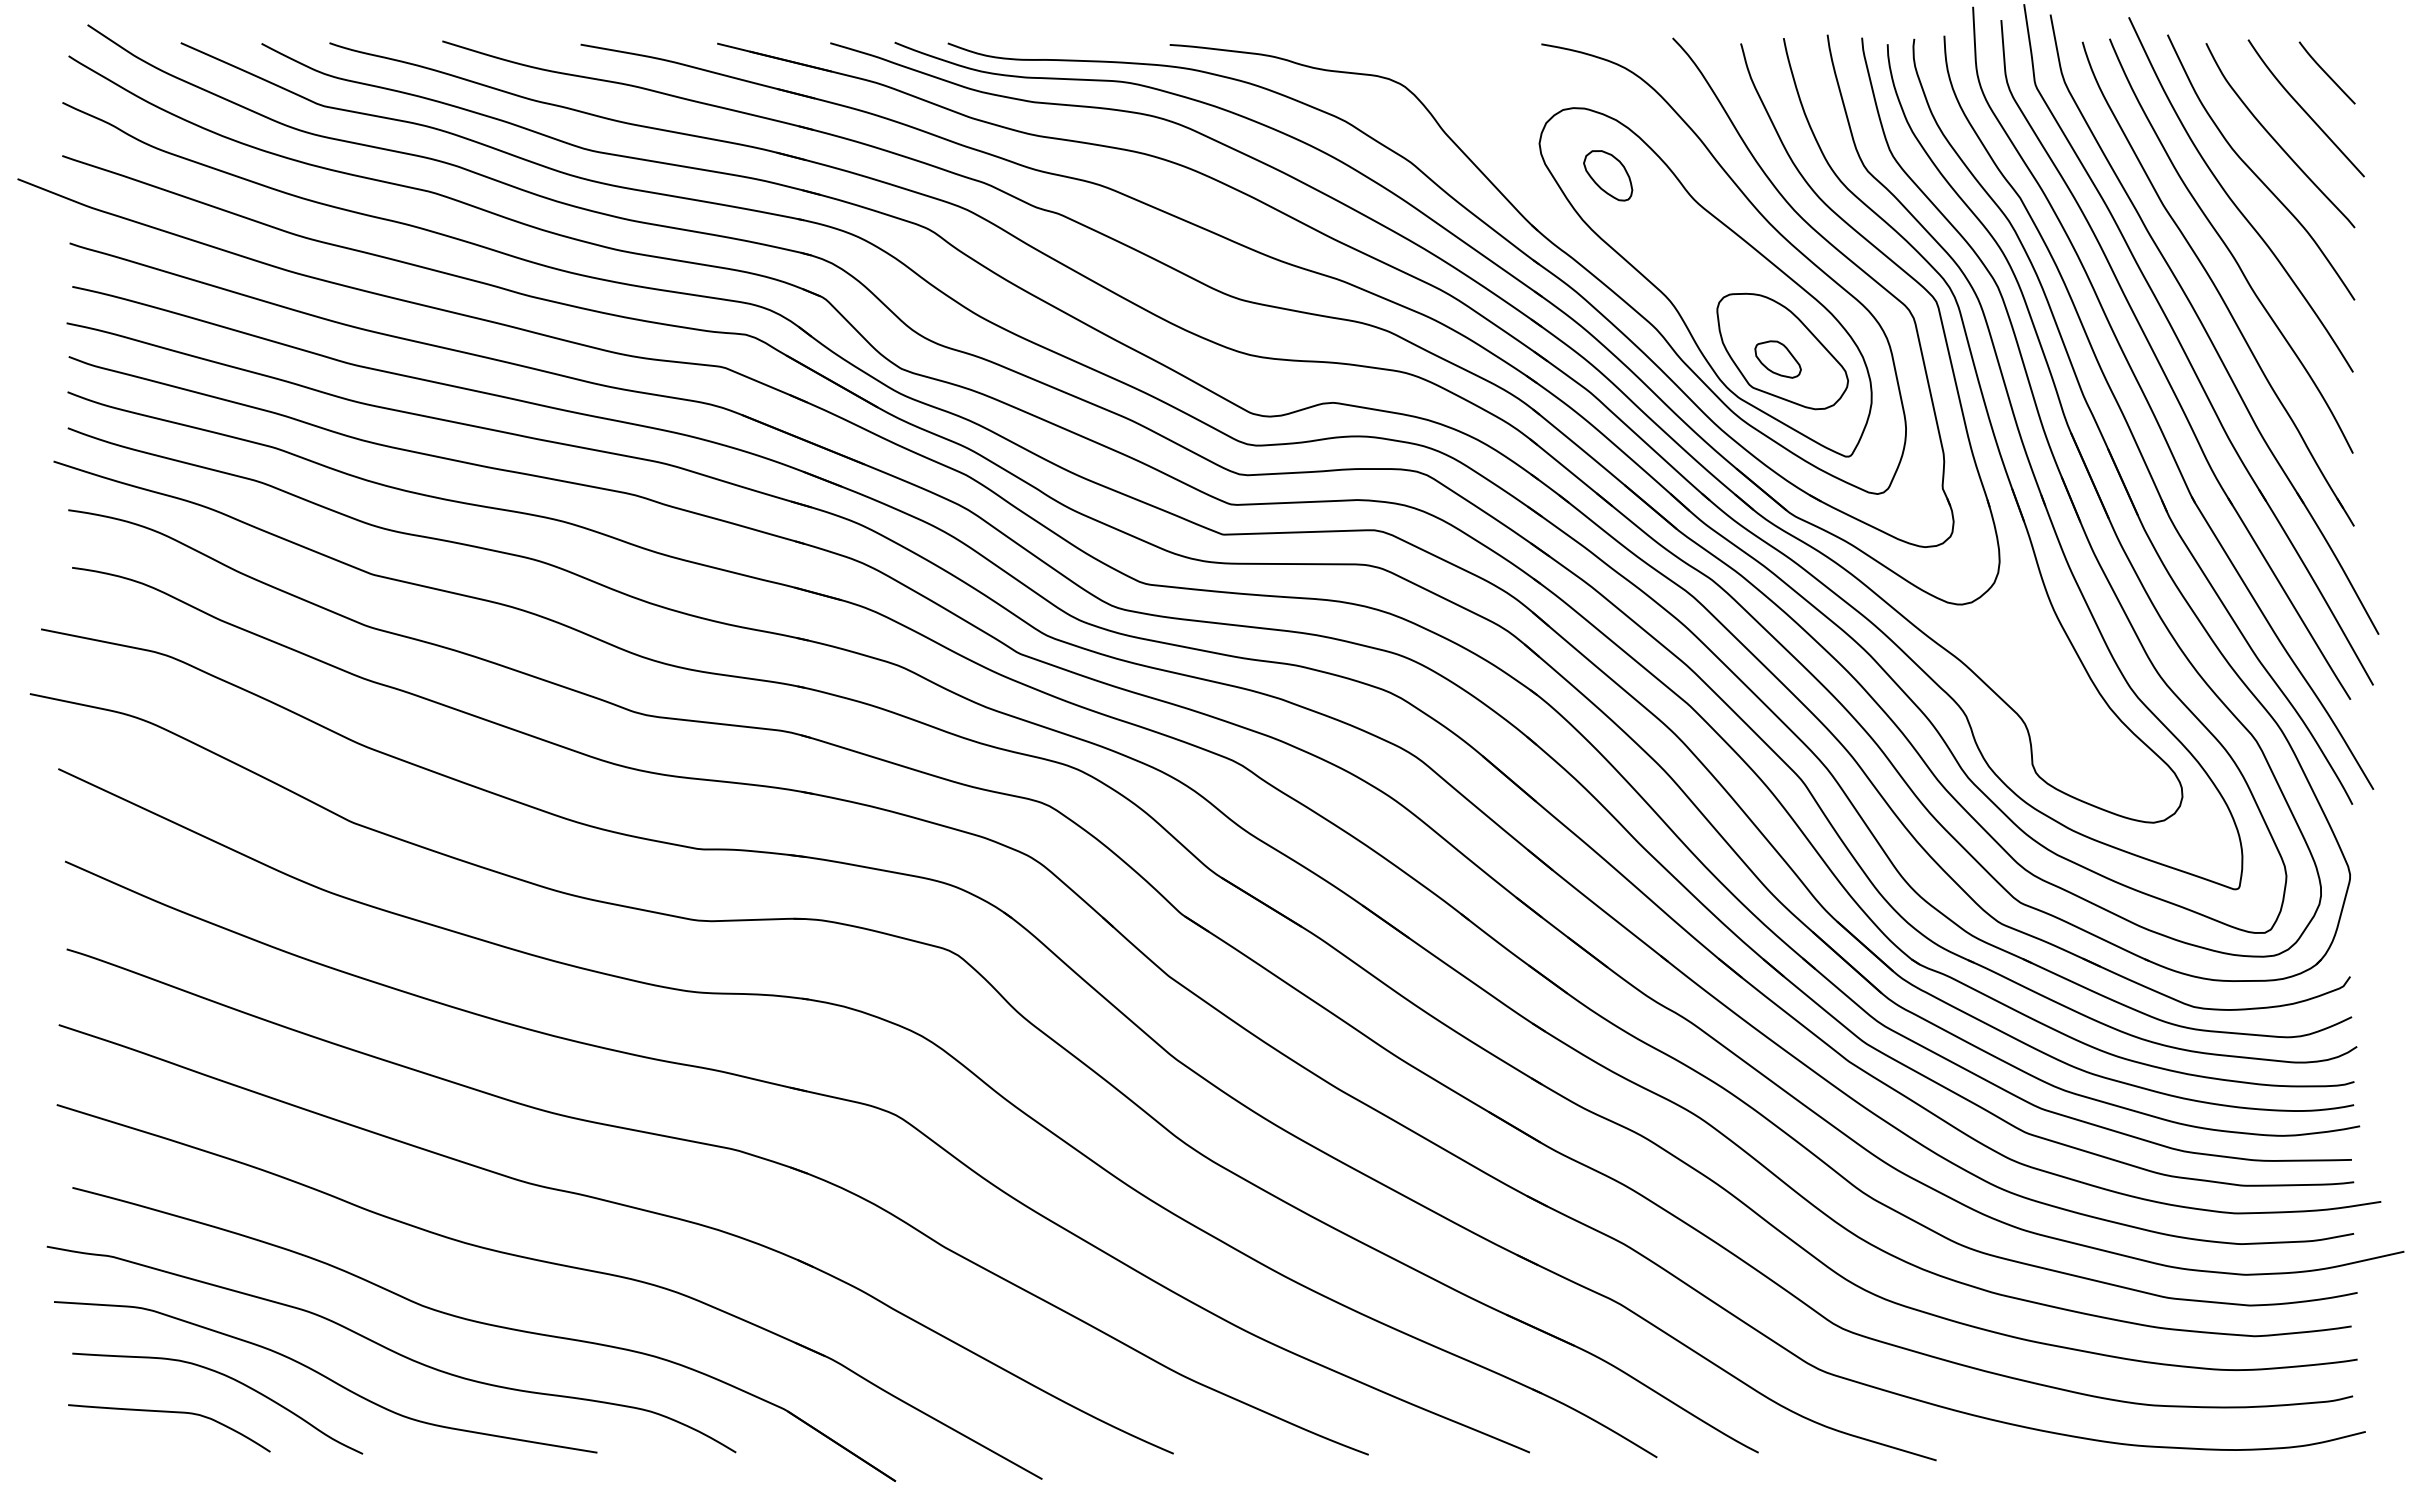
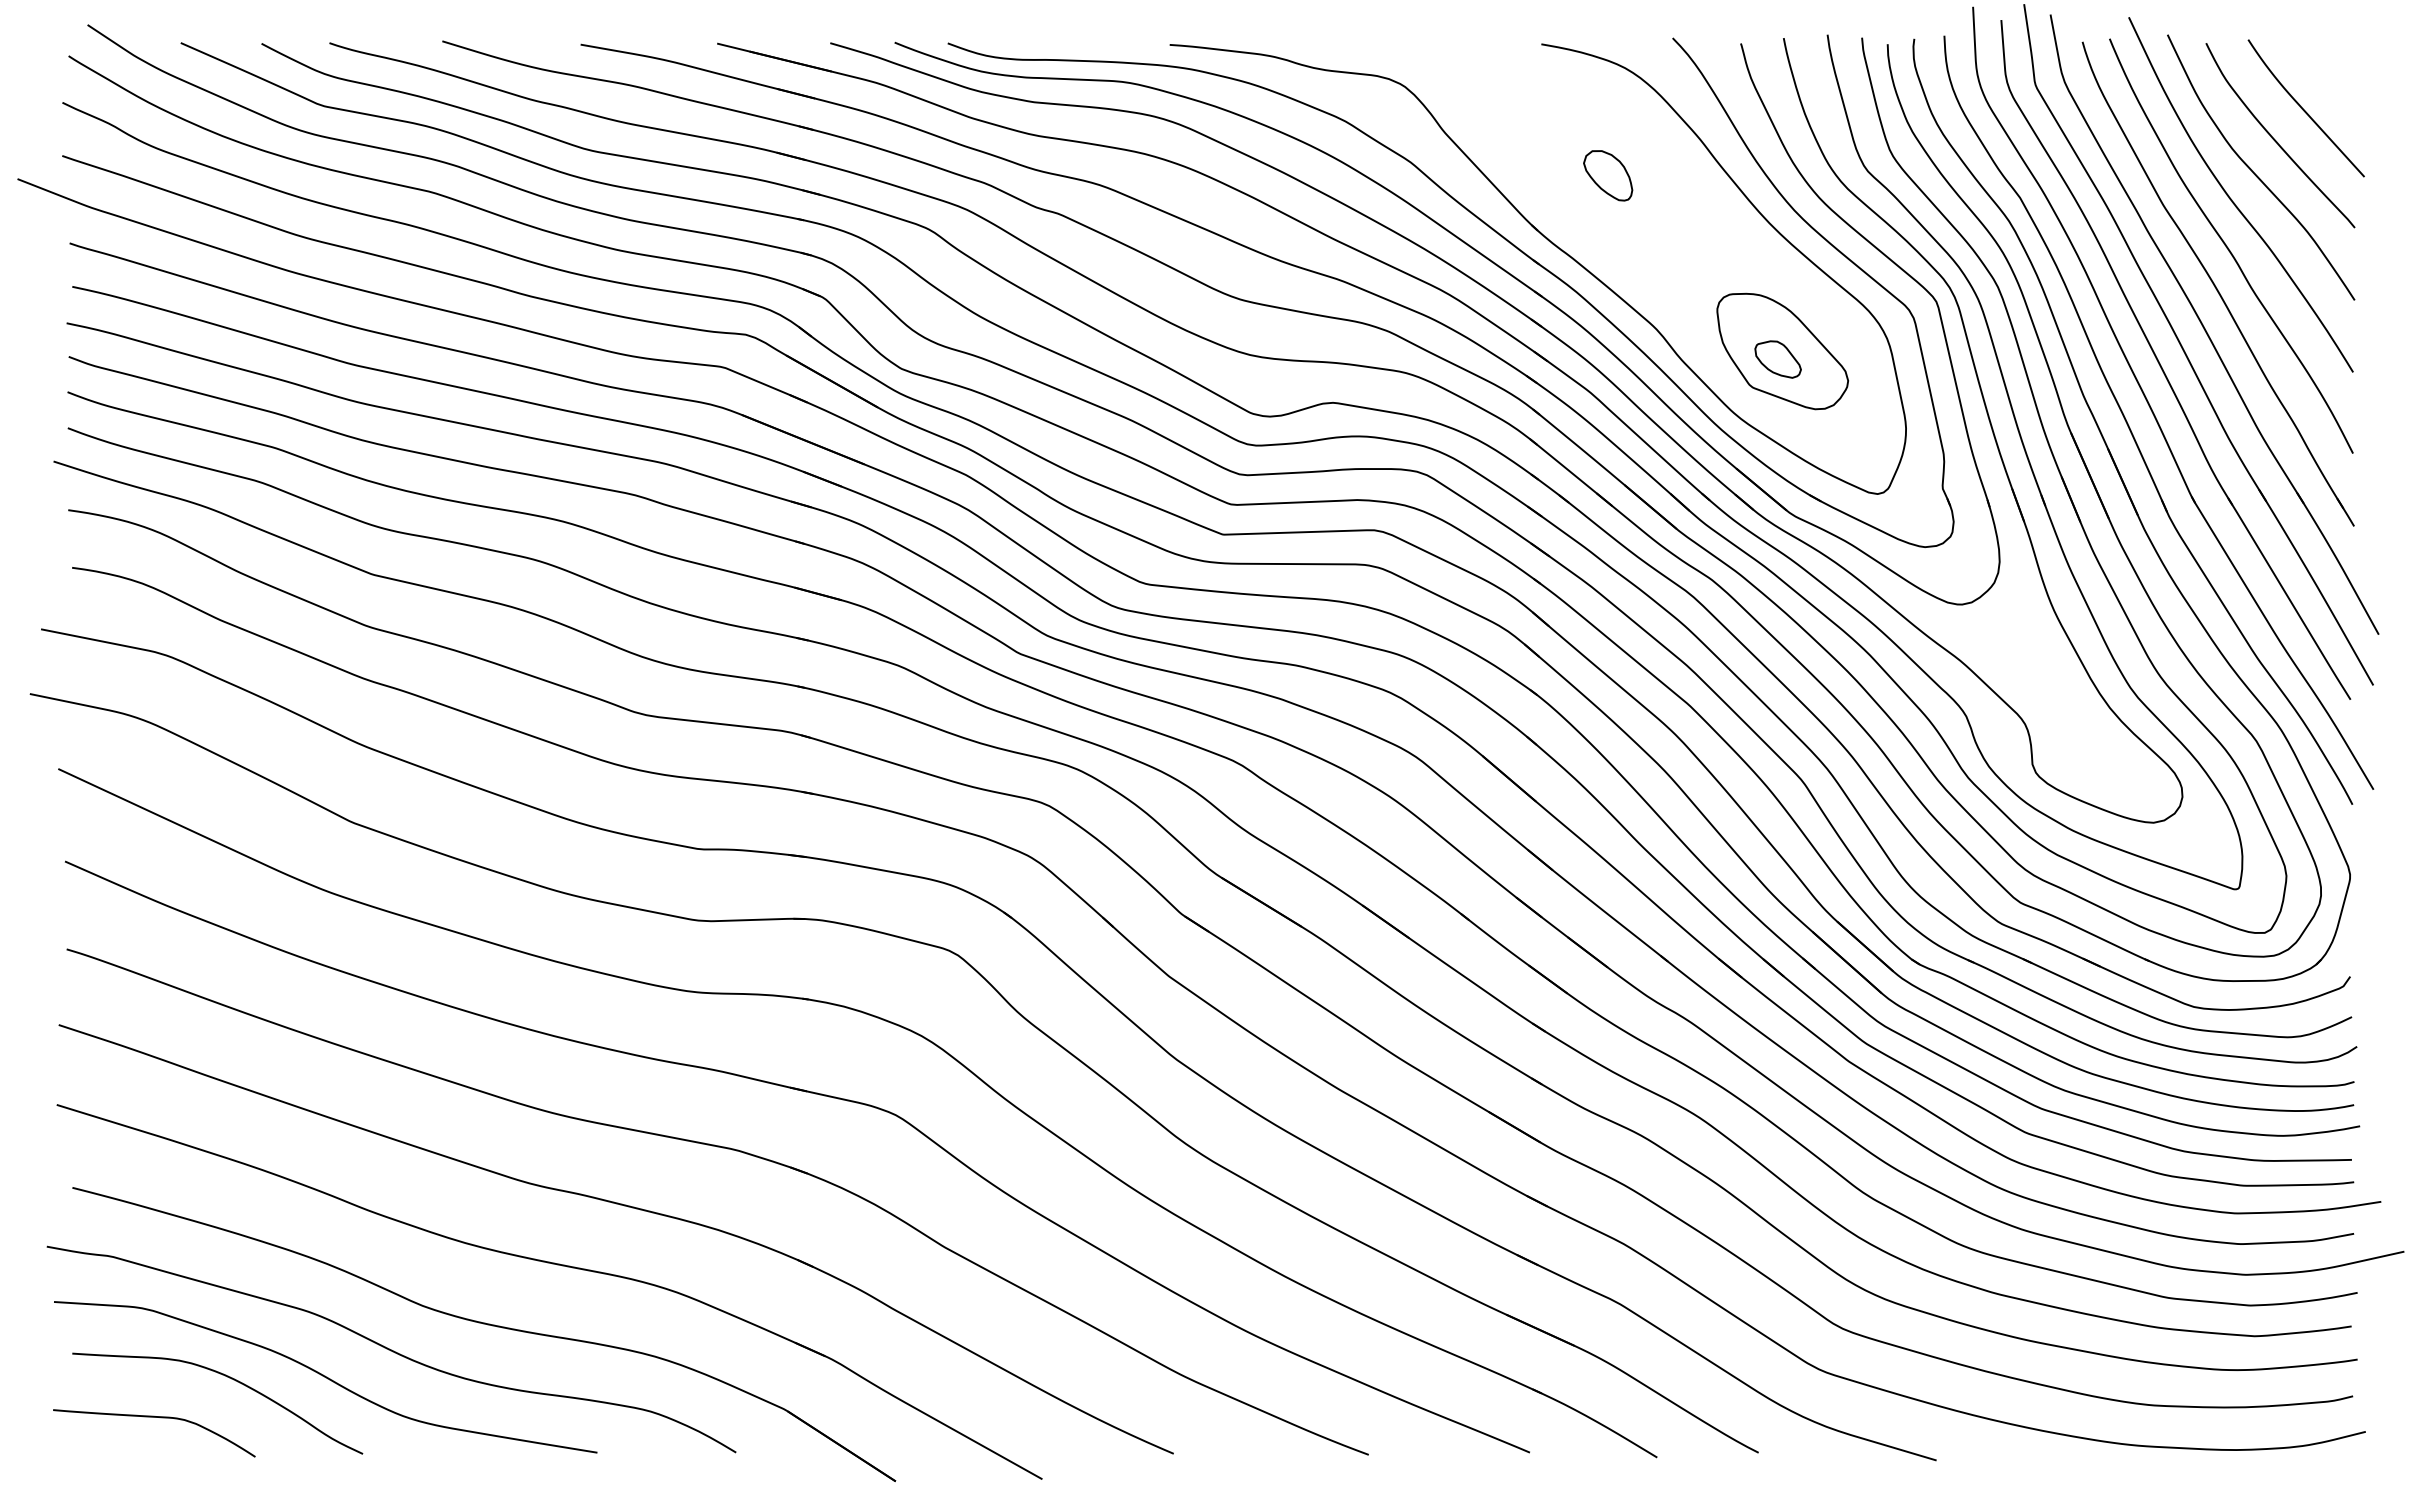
curve at (2326, 72): present -> none
part at (1705, 282): present -> none
curve at (169, 1412) position: (169, 1412) -> (154, 1417)
